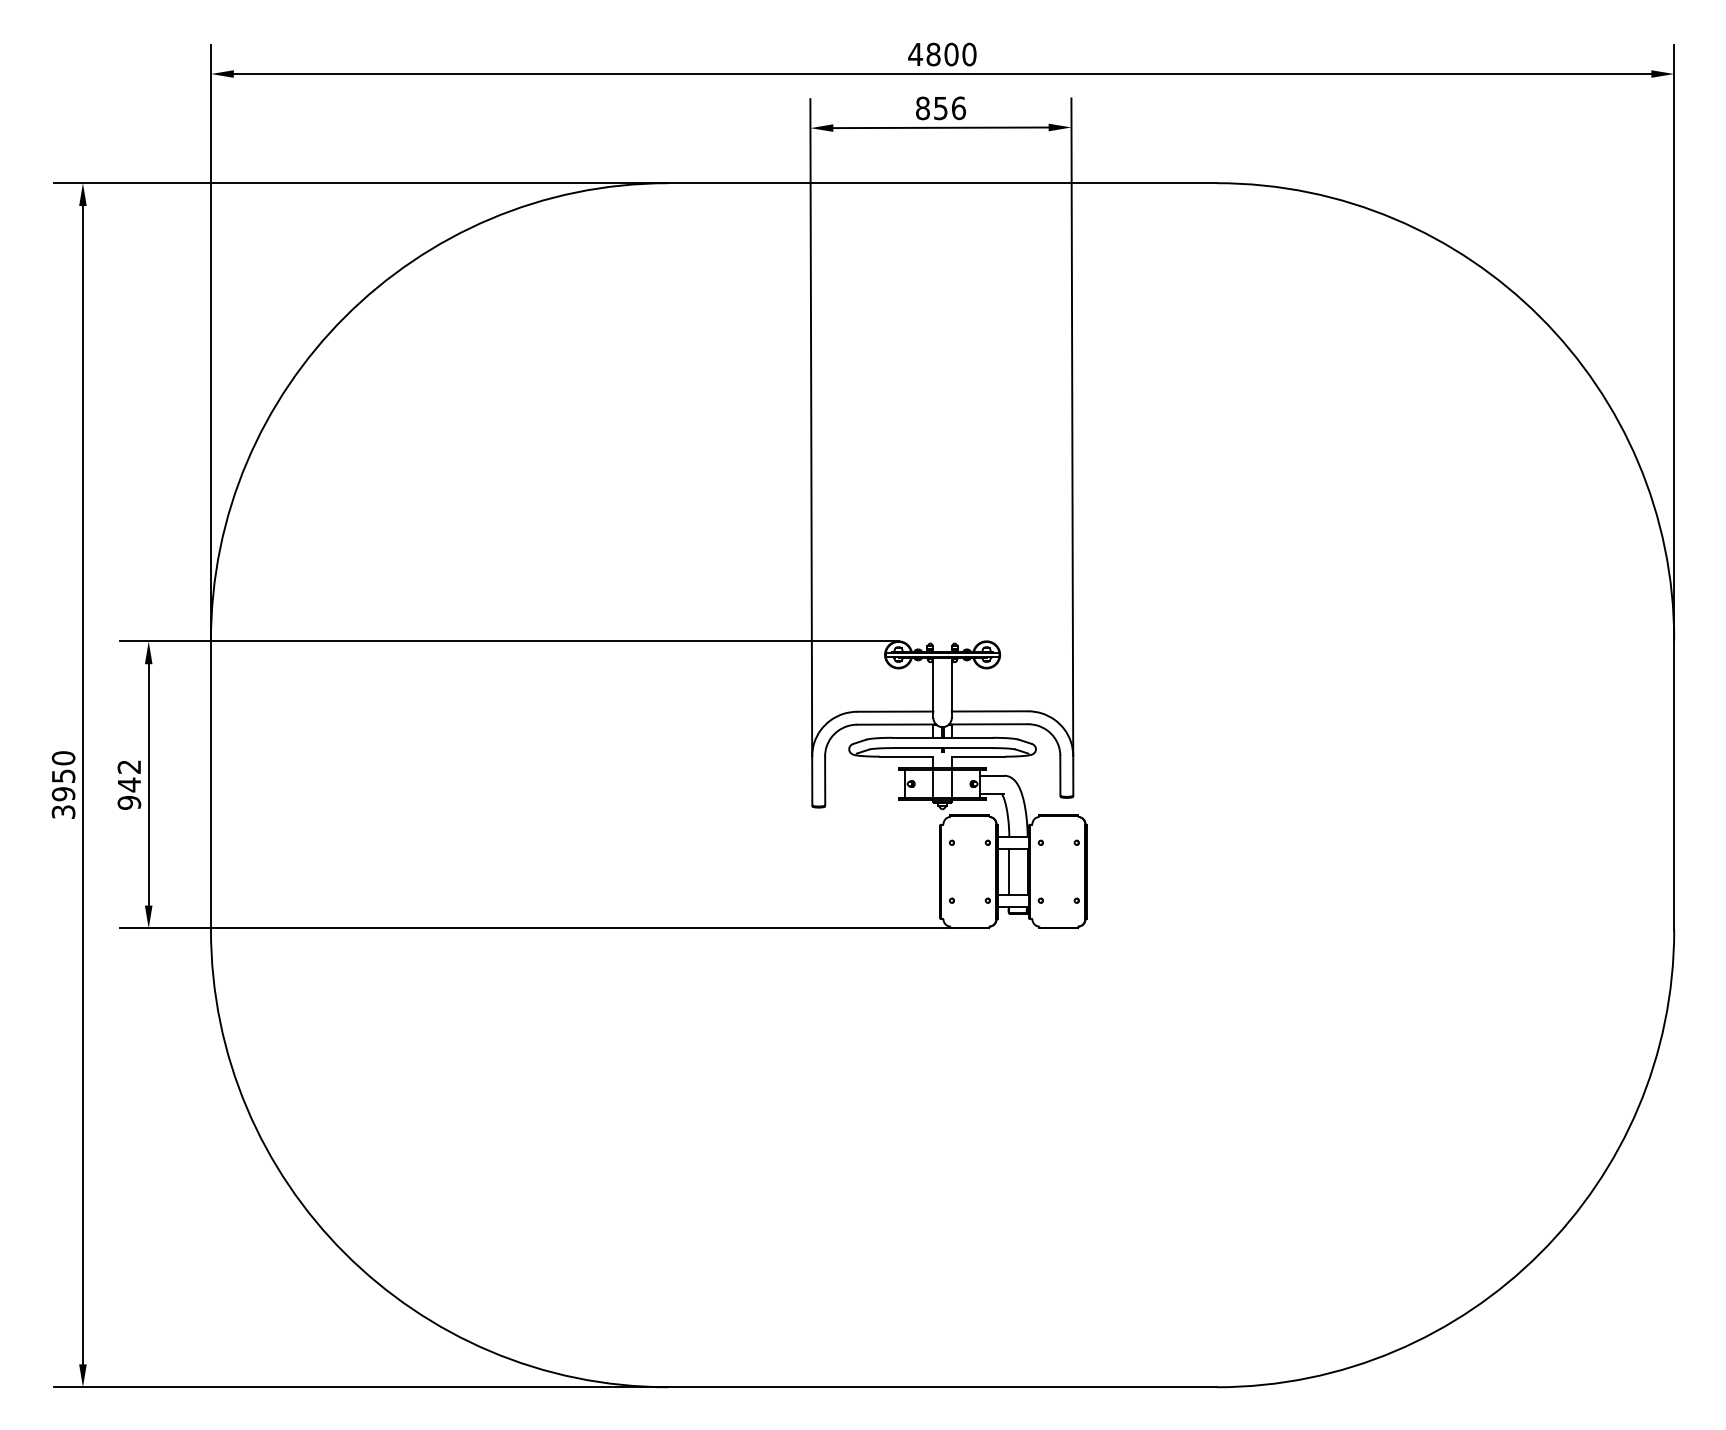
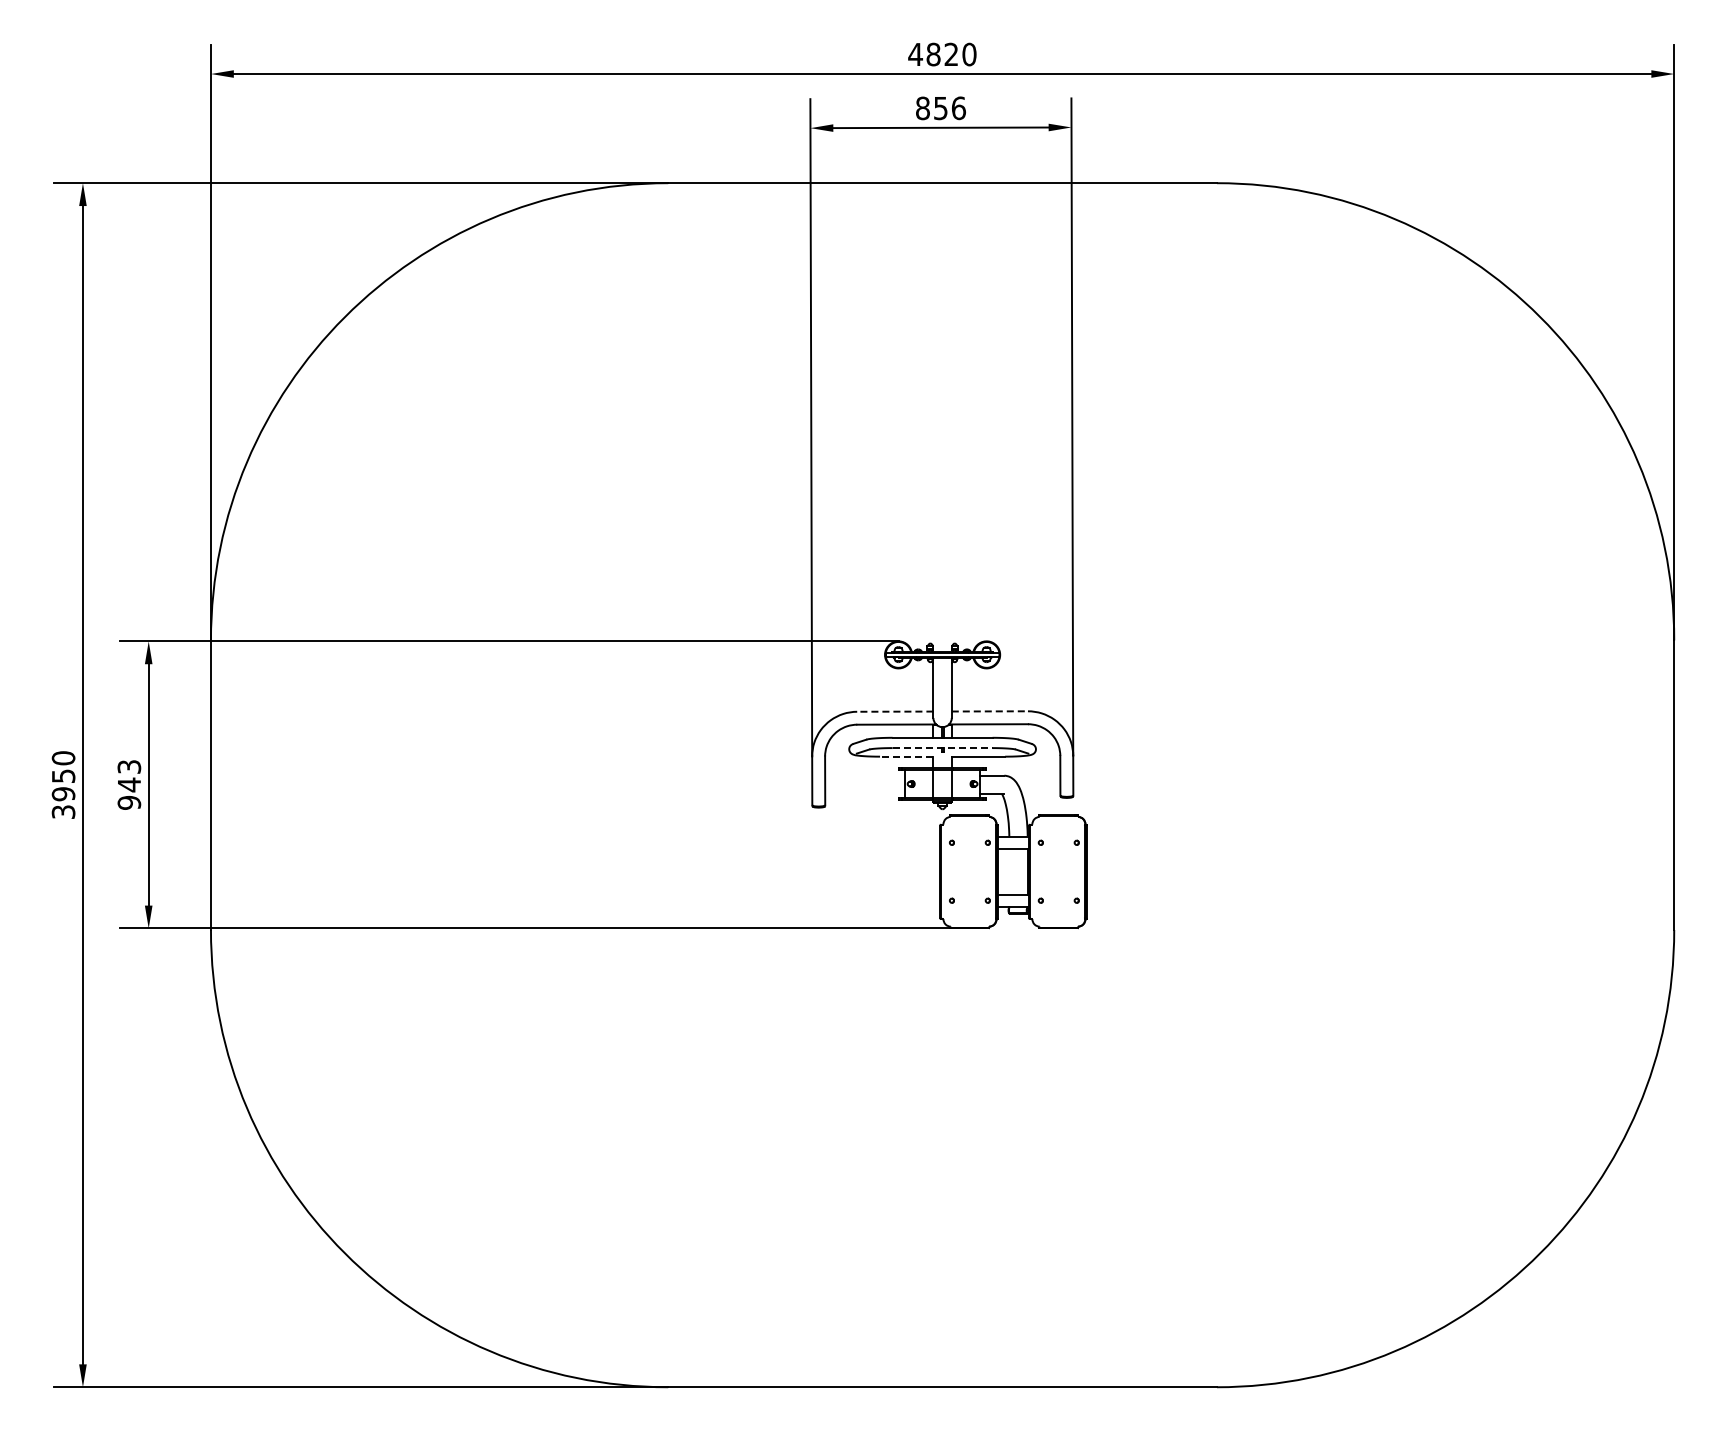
text at (951, 54): 4800 -> 4820
line at (894, 711): solid -> dashed
line at (990, 711): solid -> dashed
line at (942, 748): solid -> dashed
line at (906, 756): solid -> dashed
text at (129, 766): 942 -> 943
line at (1009, 871): present -> none
